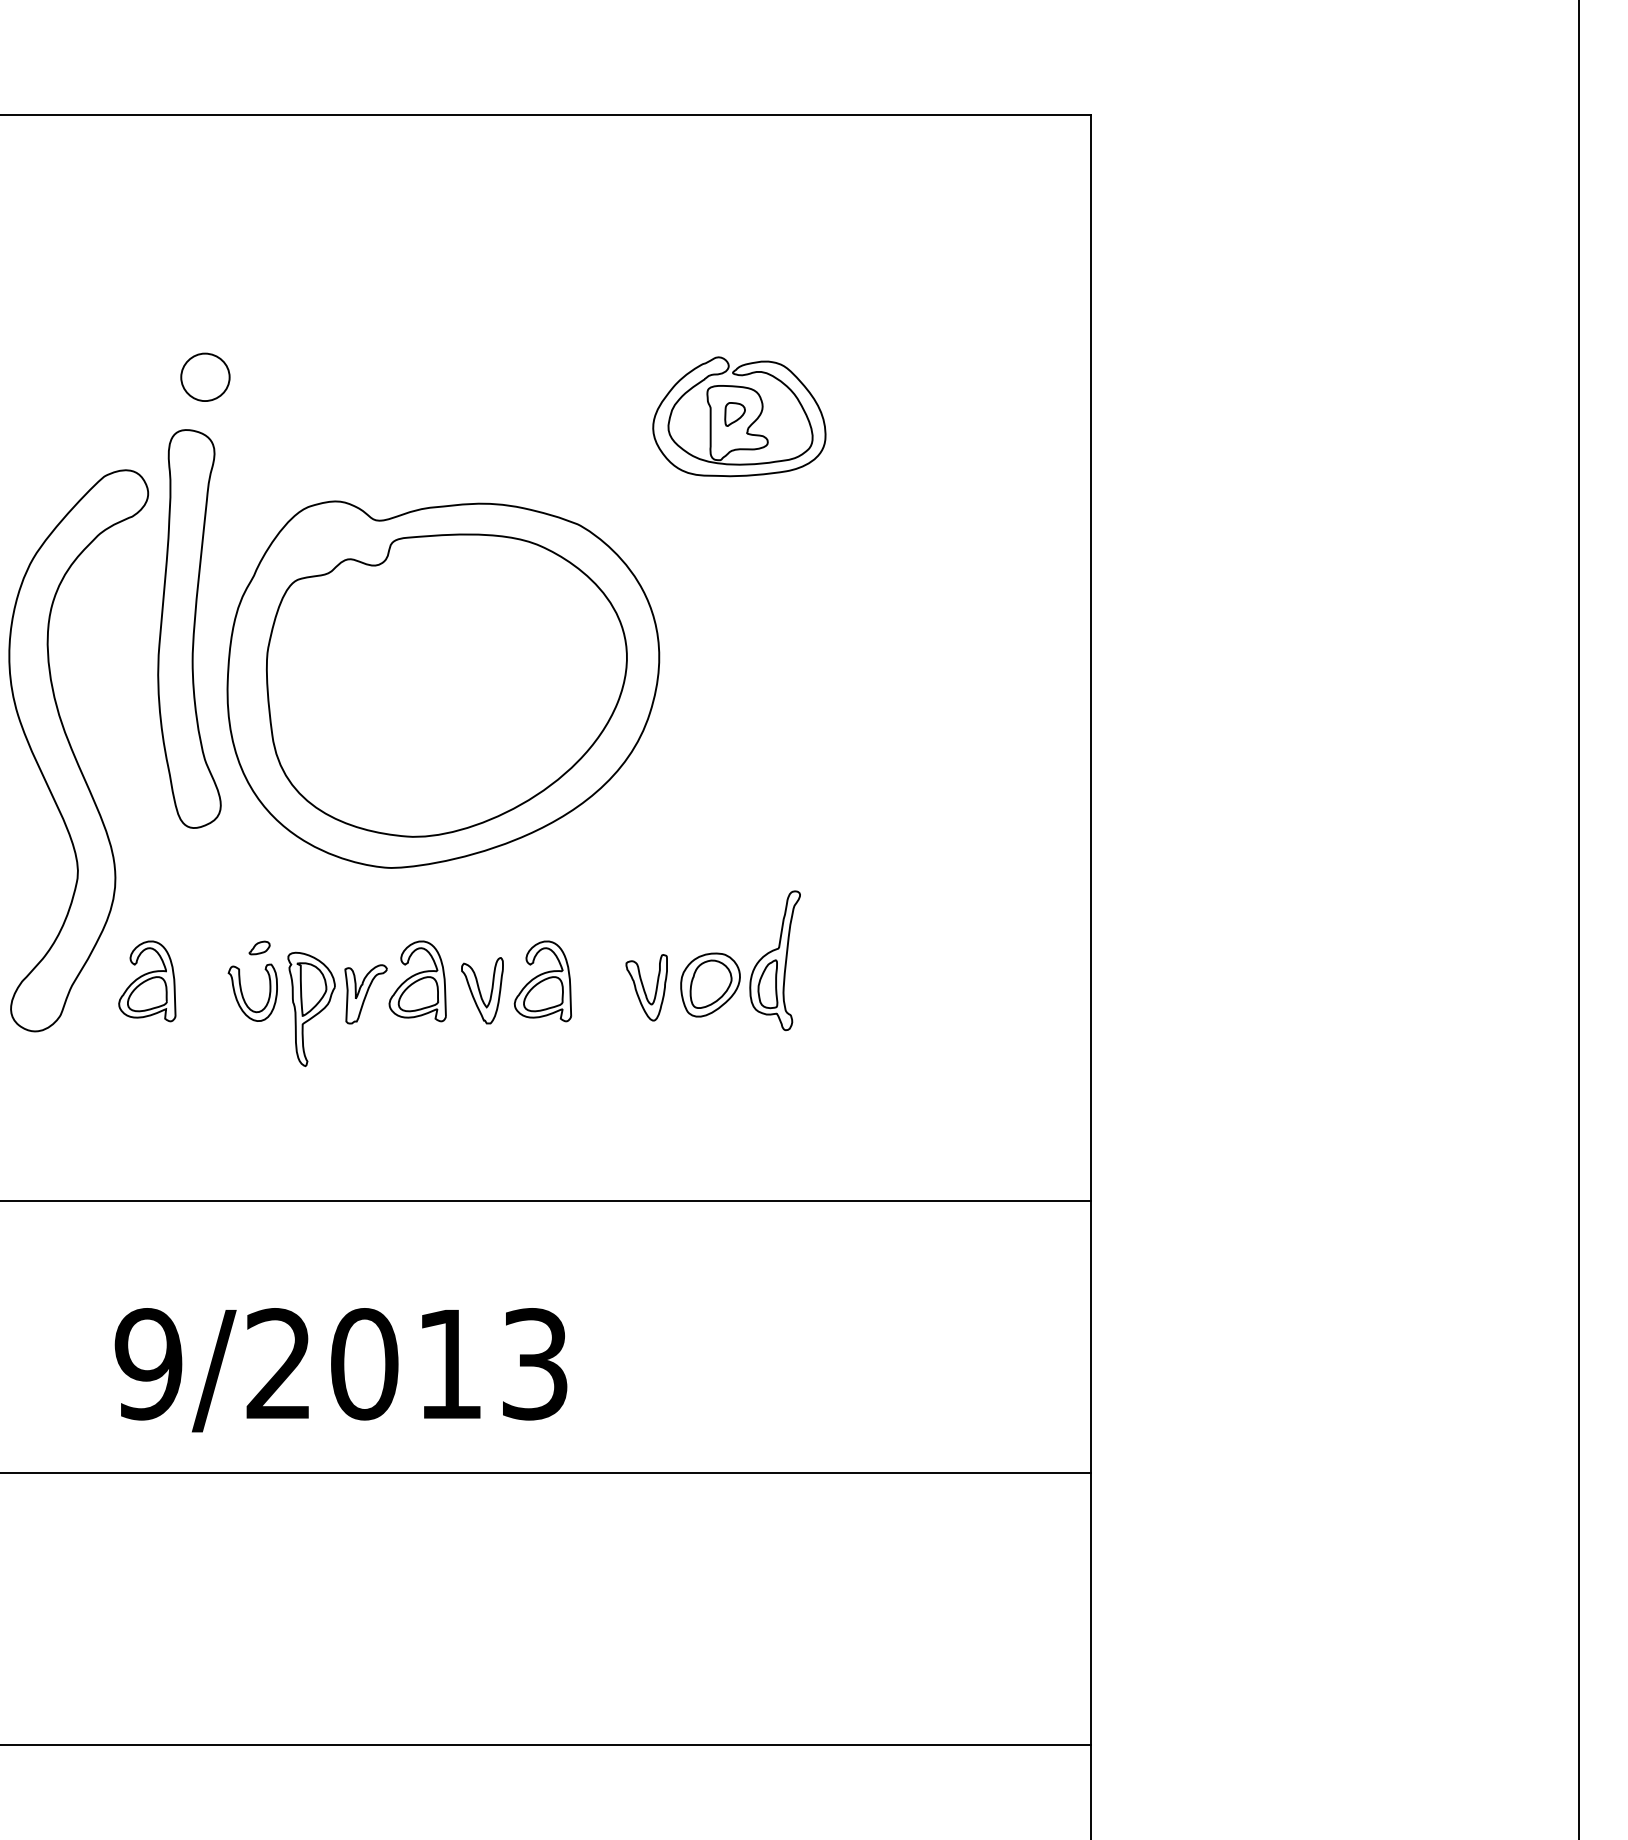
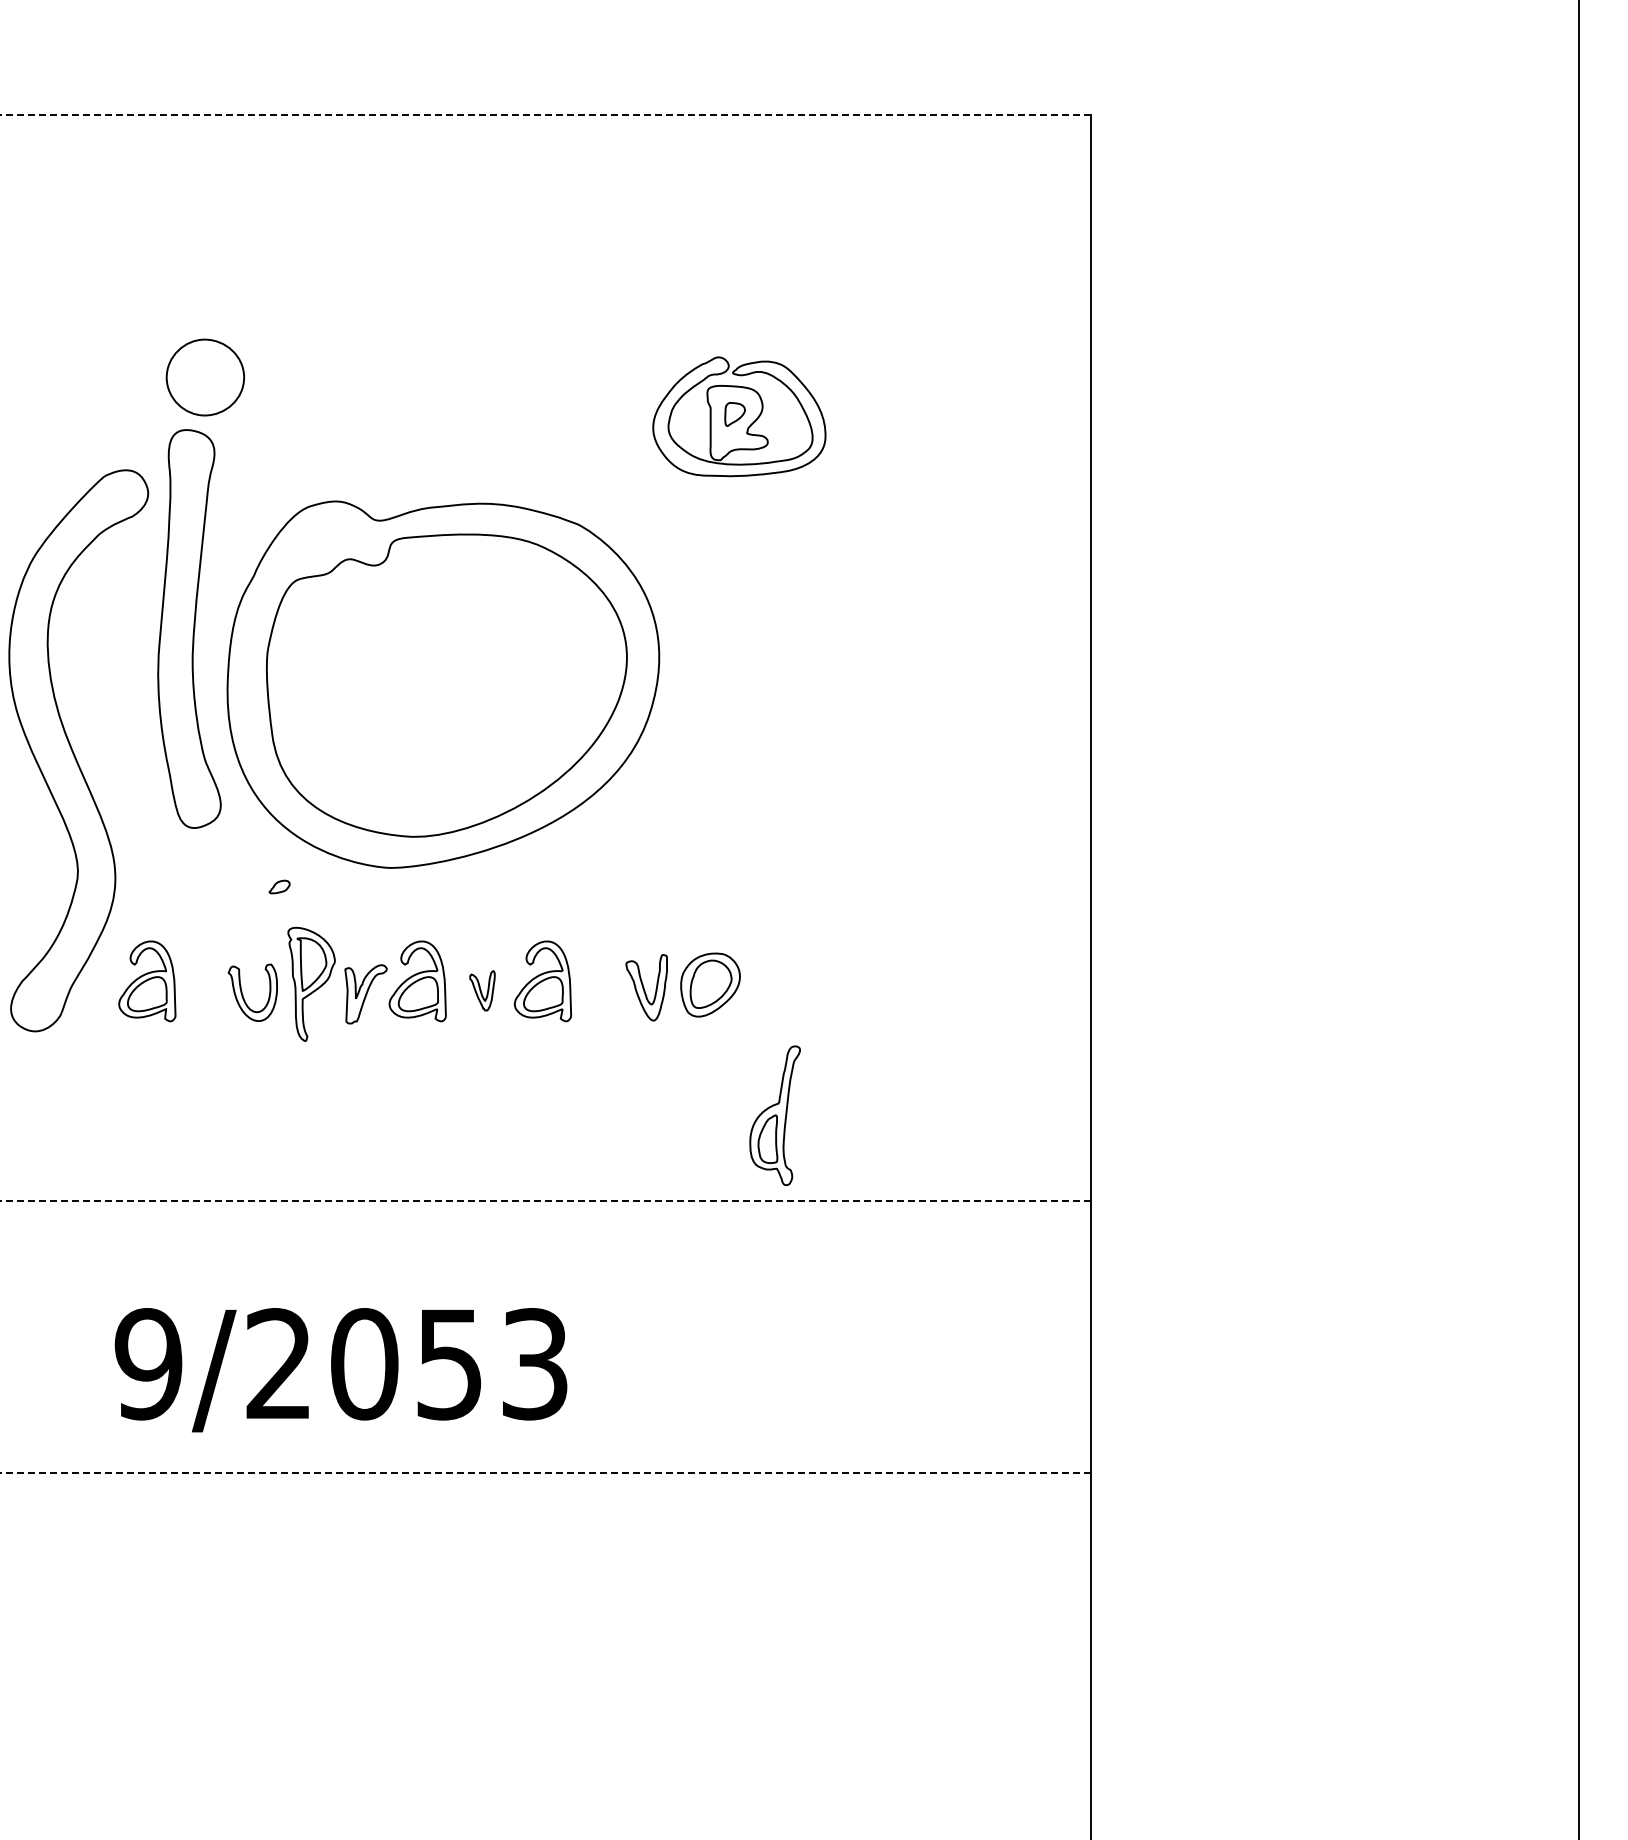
line at (545, 114): solid -> dashed
part at (205, 376) size: 51x50 px -> 80x79 px
part at (259, 947) position: (259, 947) -> (279, 886)
part at (774, 960) position: (774, 960) -> (774, 1115)
part at (482, 990) size: 43x68 px -> 27x42 px
part at (311, 1009) position: (311, 1009) -> (311, 984)
line at (545, 1201): solid -> dashed
text at (449, 1364): 9/2013 -> 9/2053
line at (545, 1472): solid -> dashed
line at (546, 1744): present -> none
